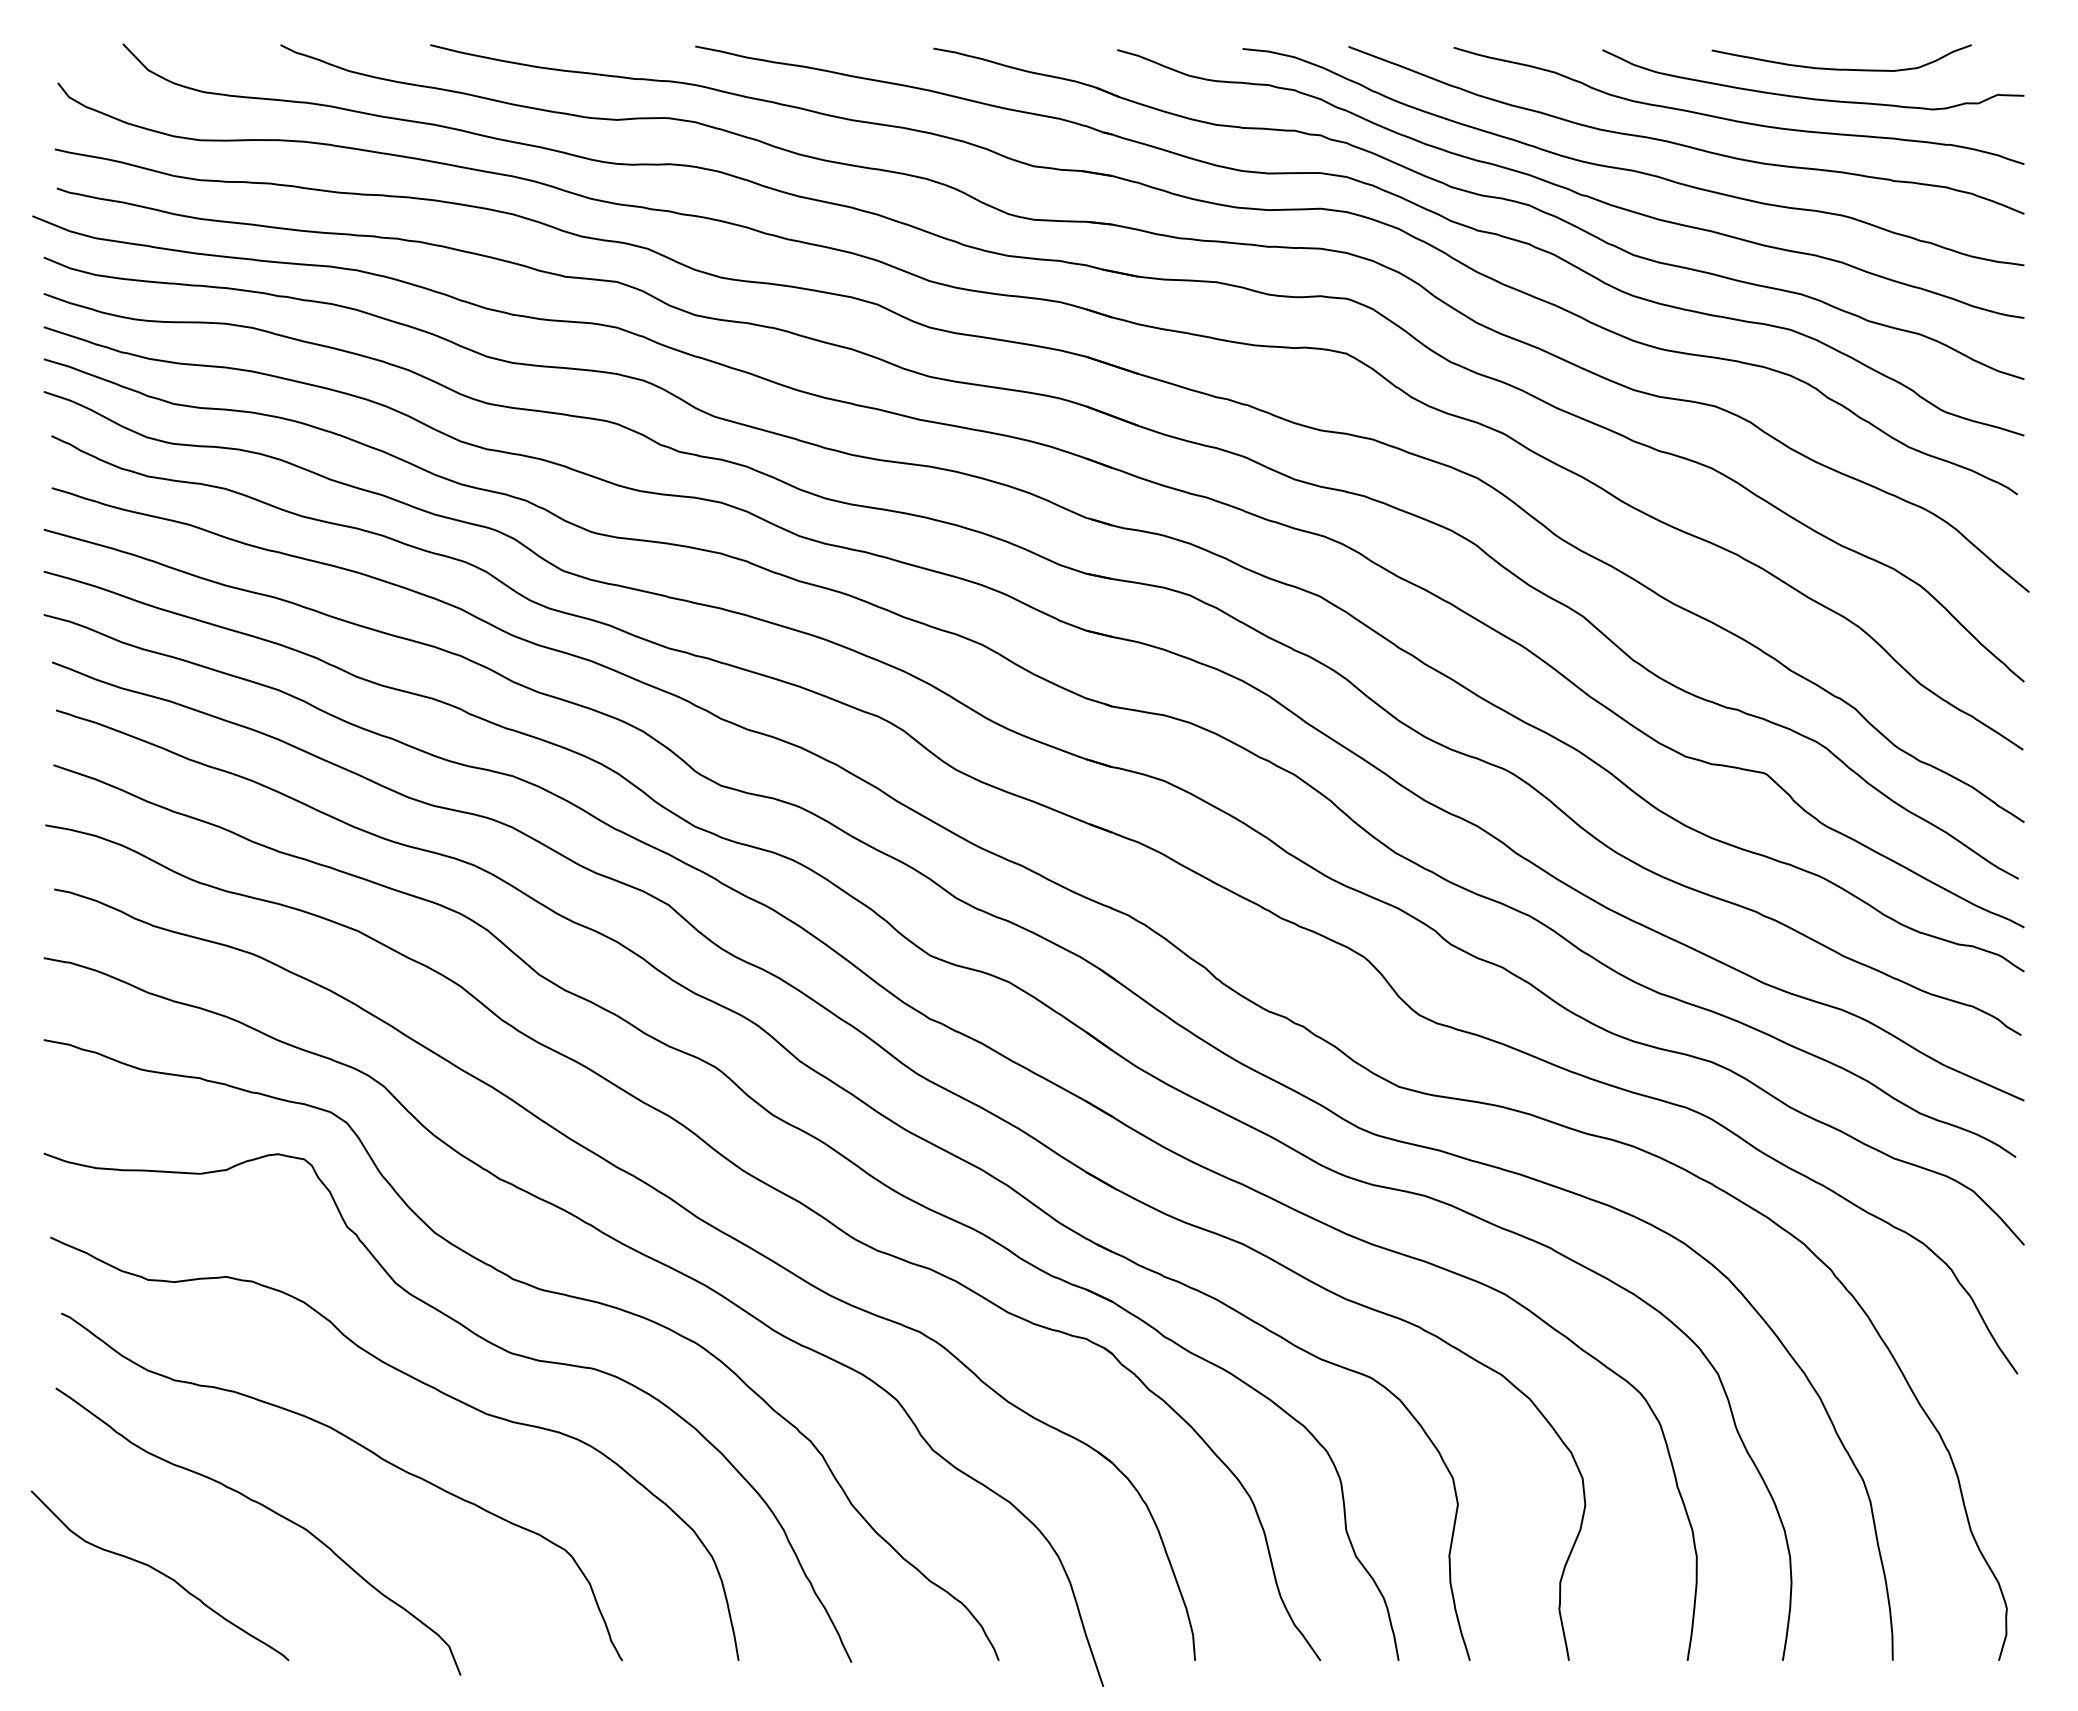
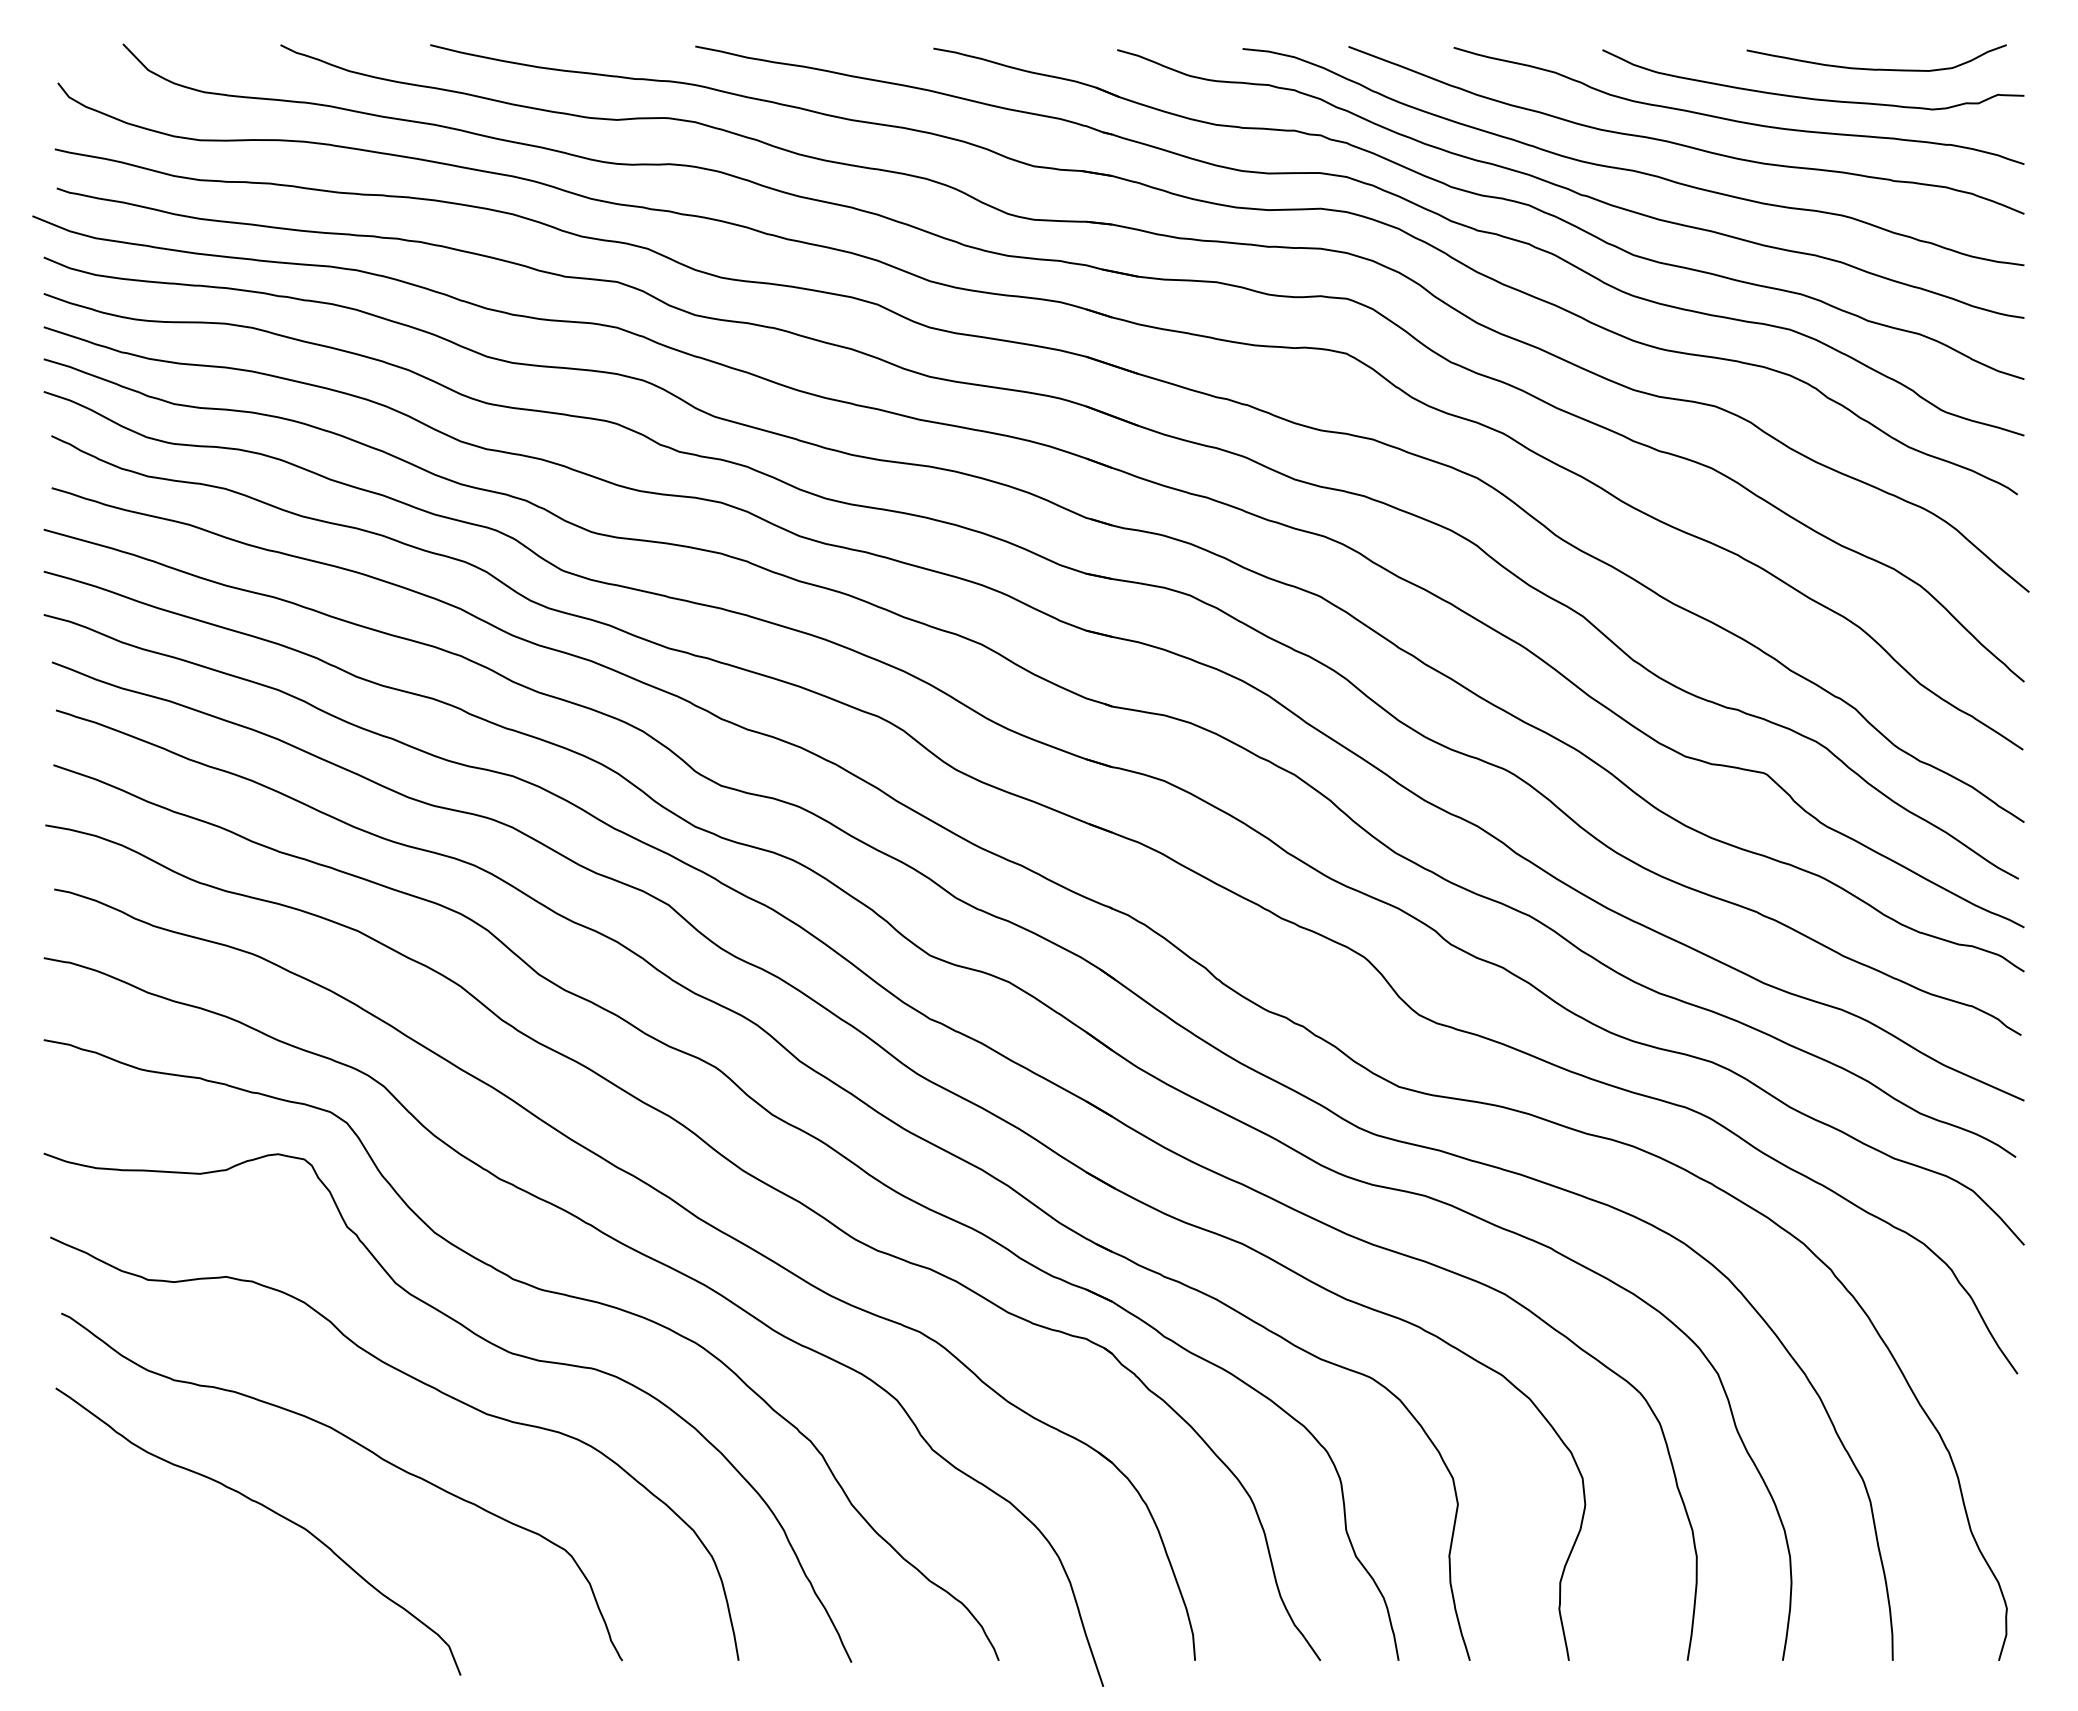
curve at (1841, 68) position: (1841, 68) -> (1876, 68)
curve at (160, 1573): present -> none
